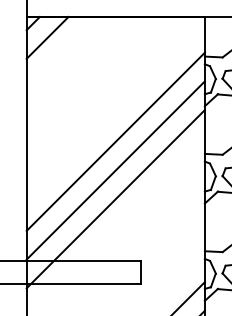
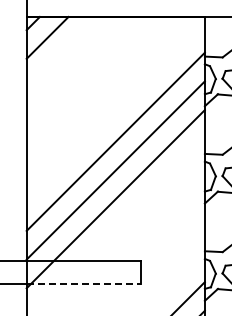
line at (84, 283): solid -> dashed
